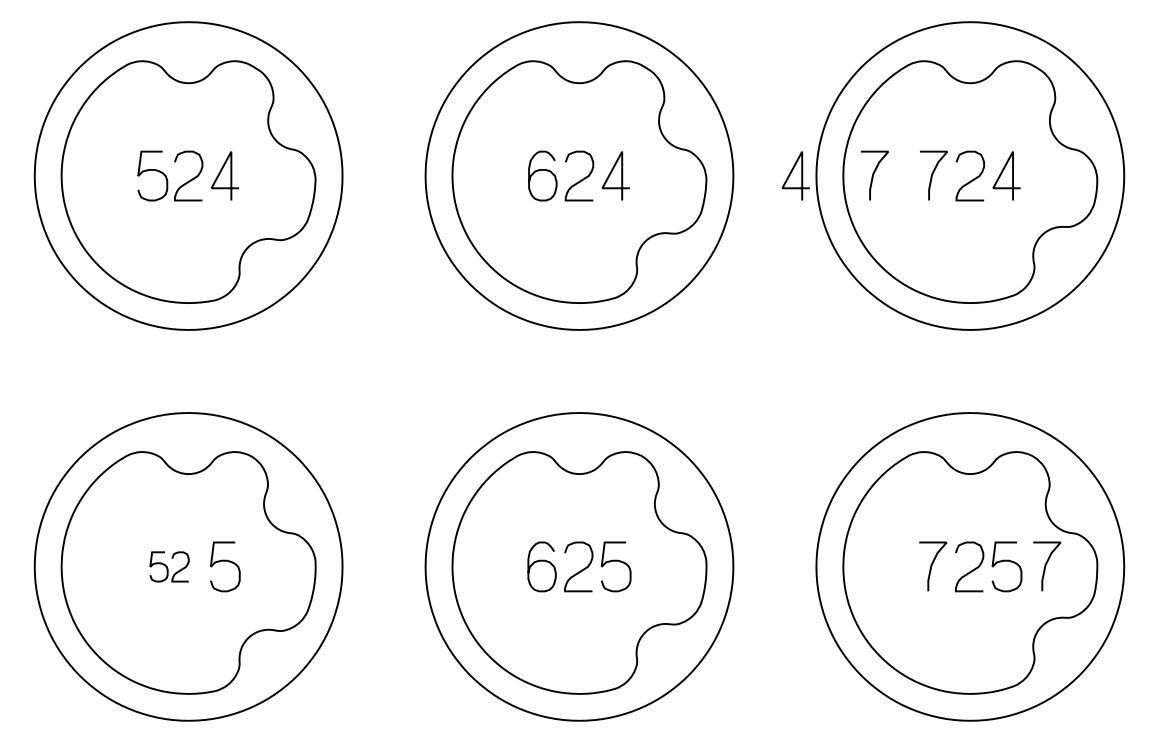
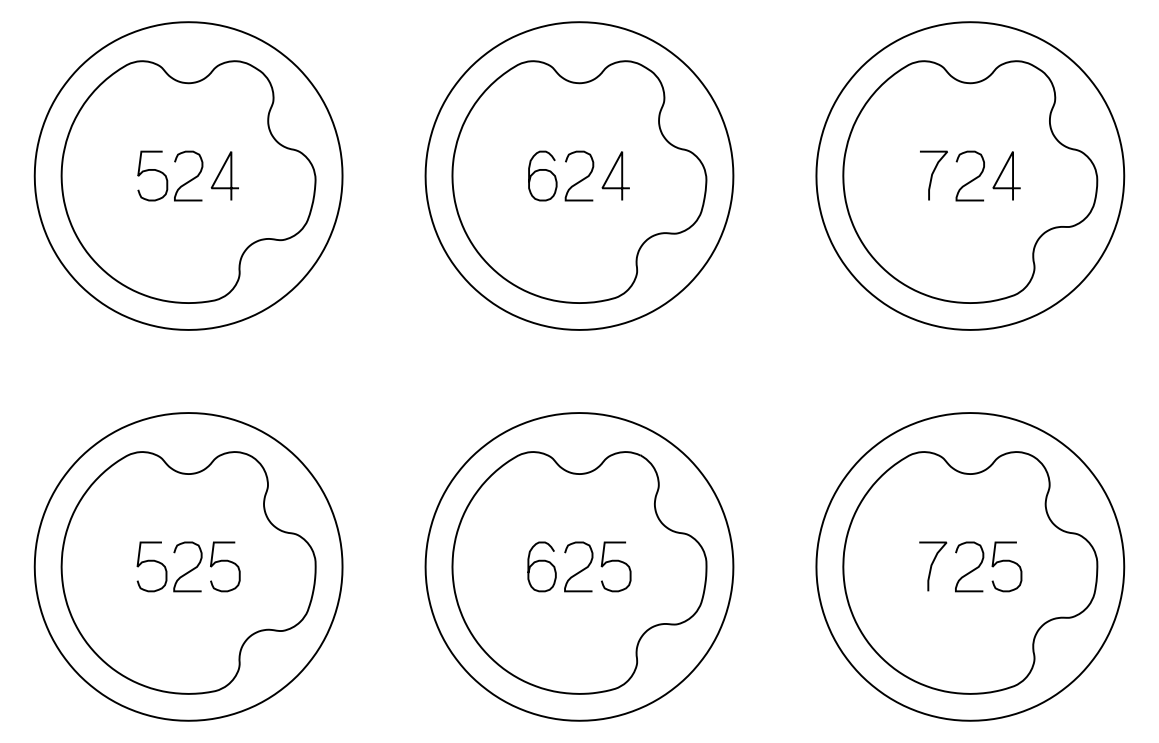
line at (791, 173): present -> none
curve at (874, 174): present -> none
part at (169, 566) size: 41x32 px -> 67x52 px
curve at (1046, 566): present -> none
